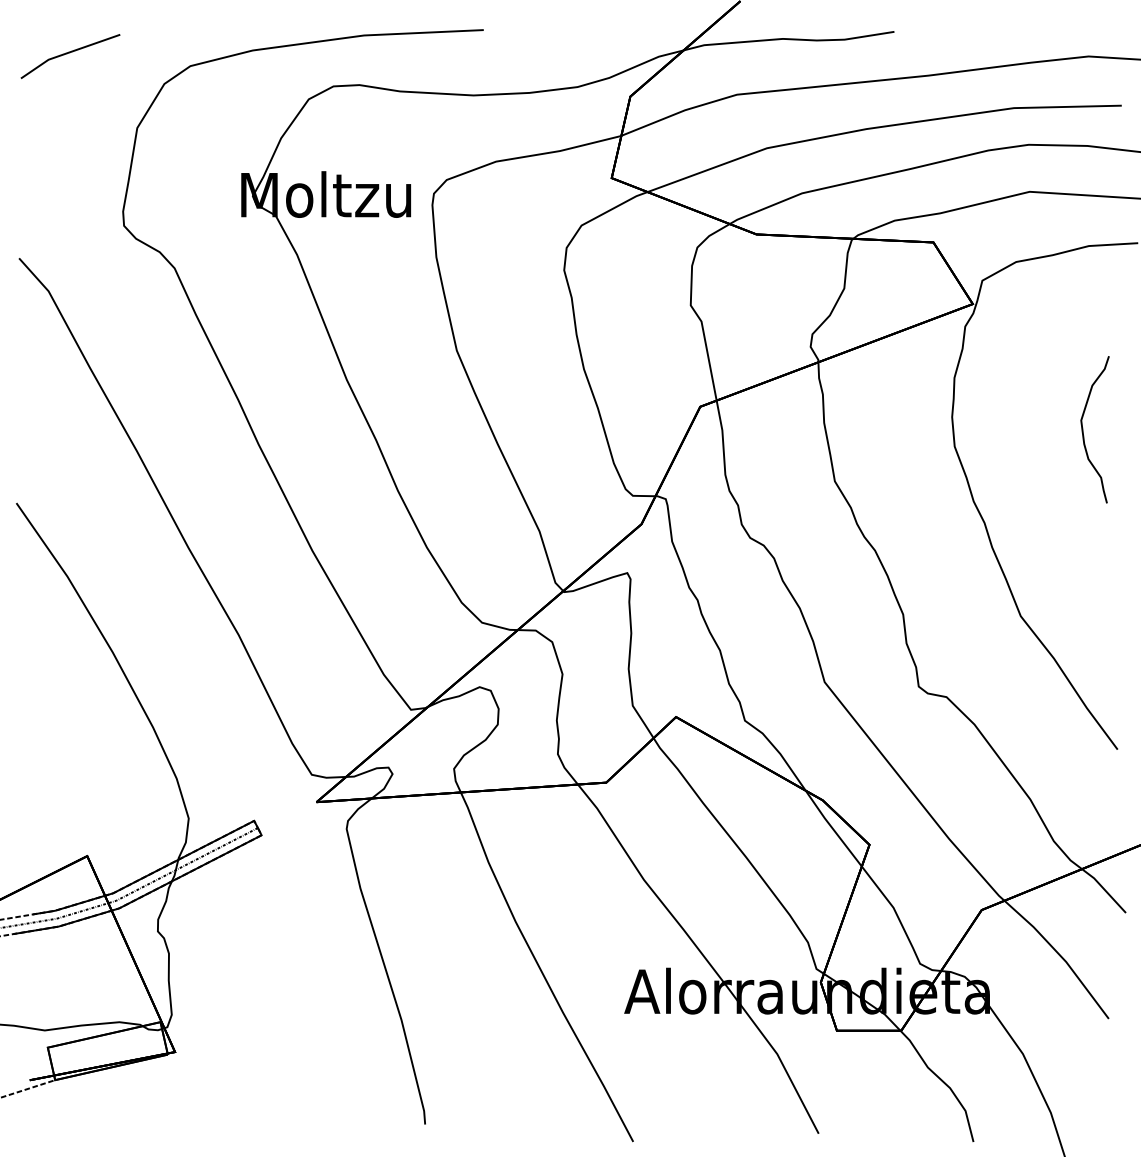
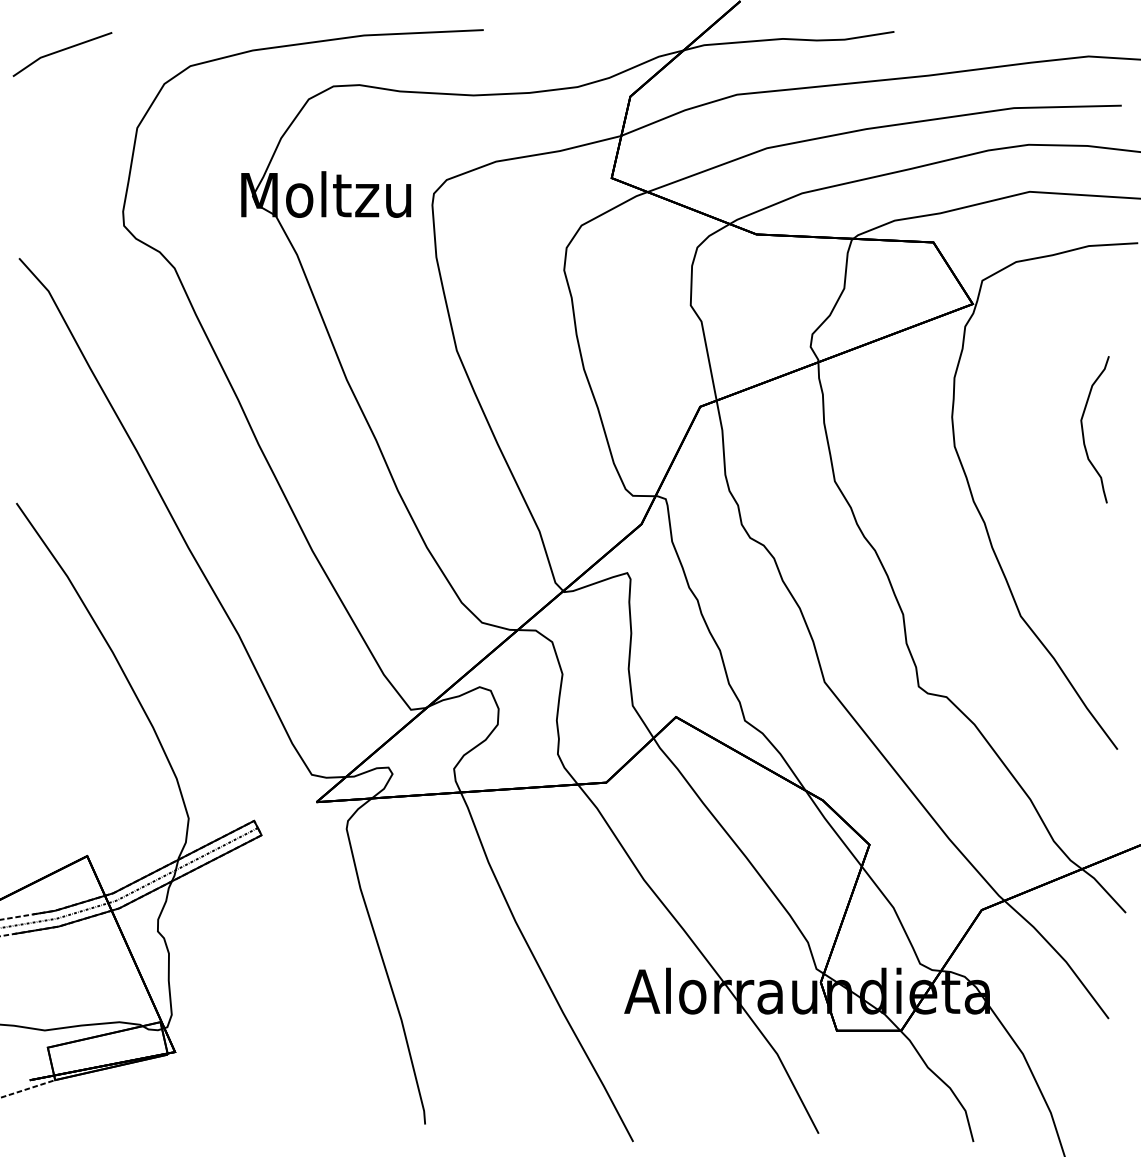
line at (70, 53) position: (70, 53) -> (62, 51)
